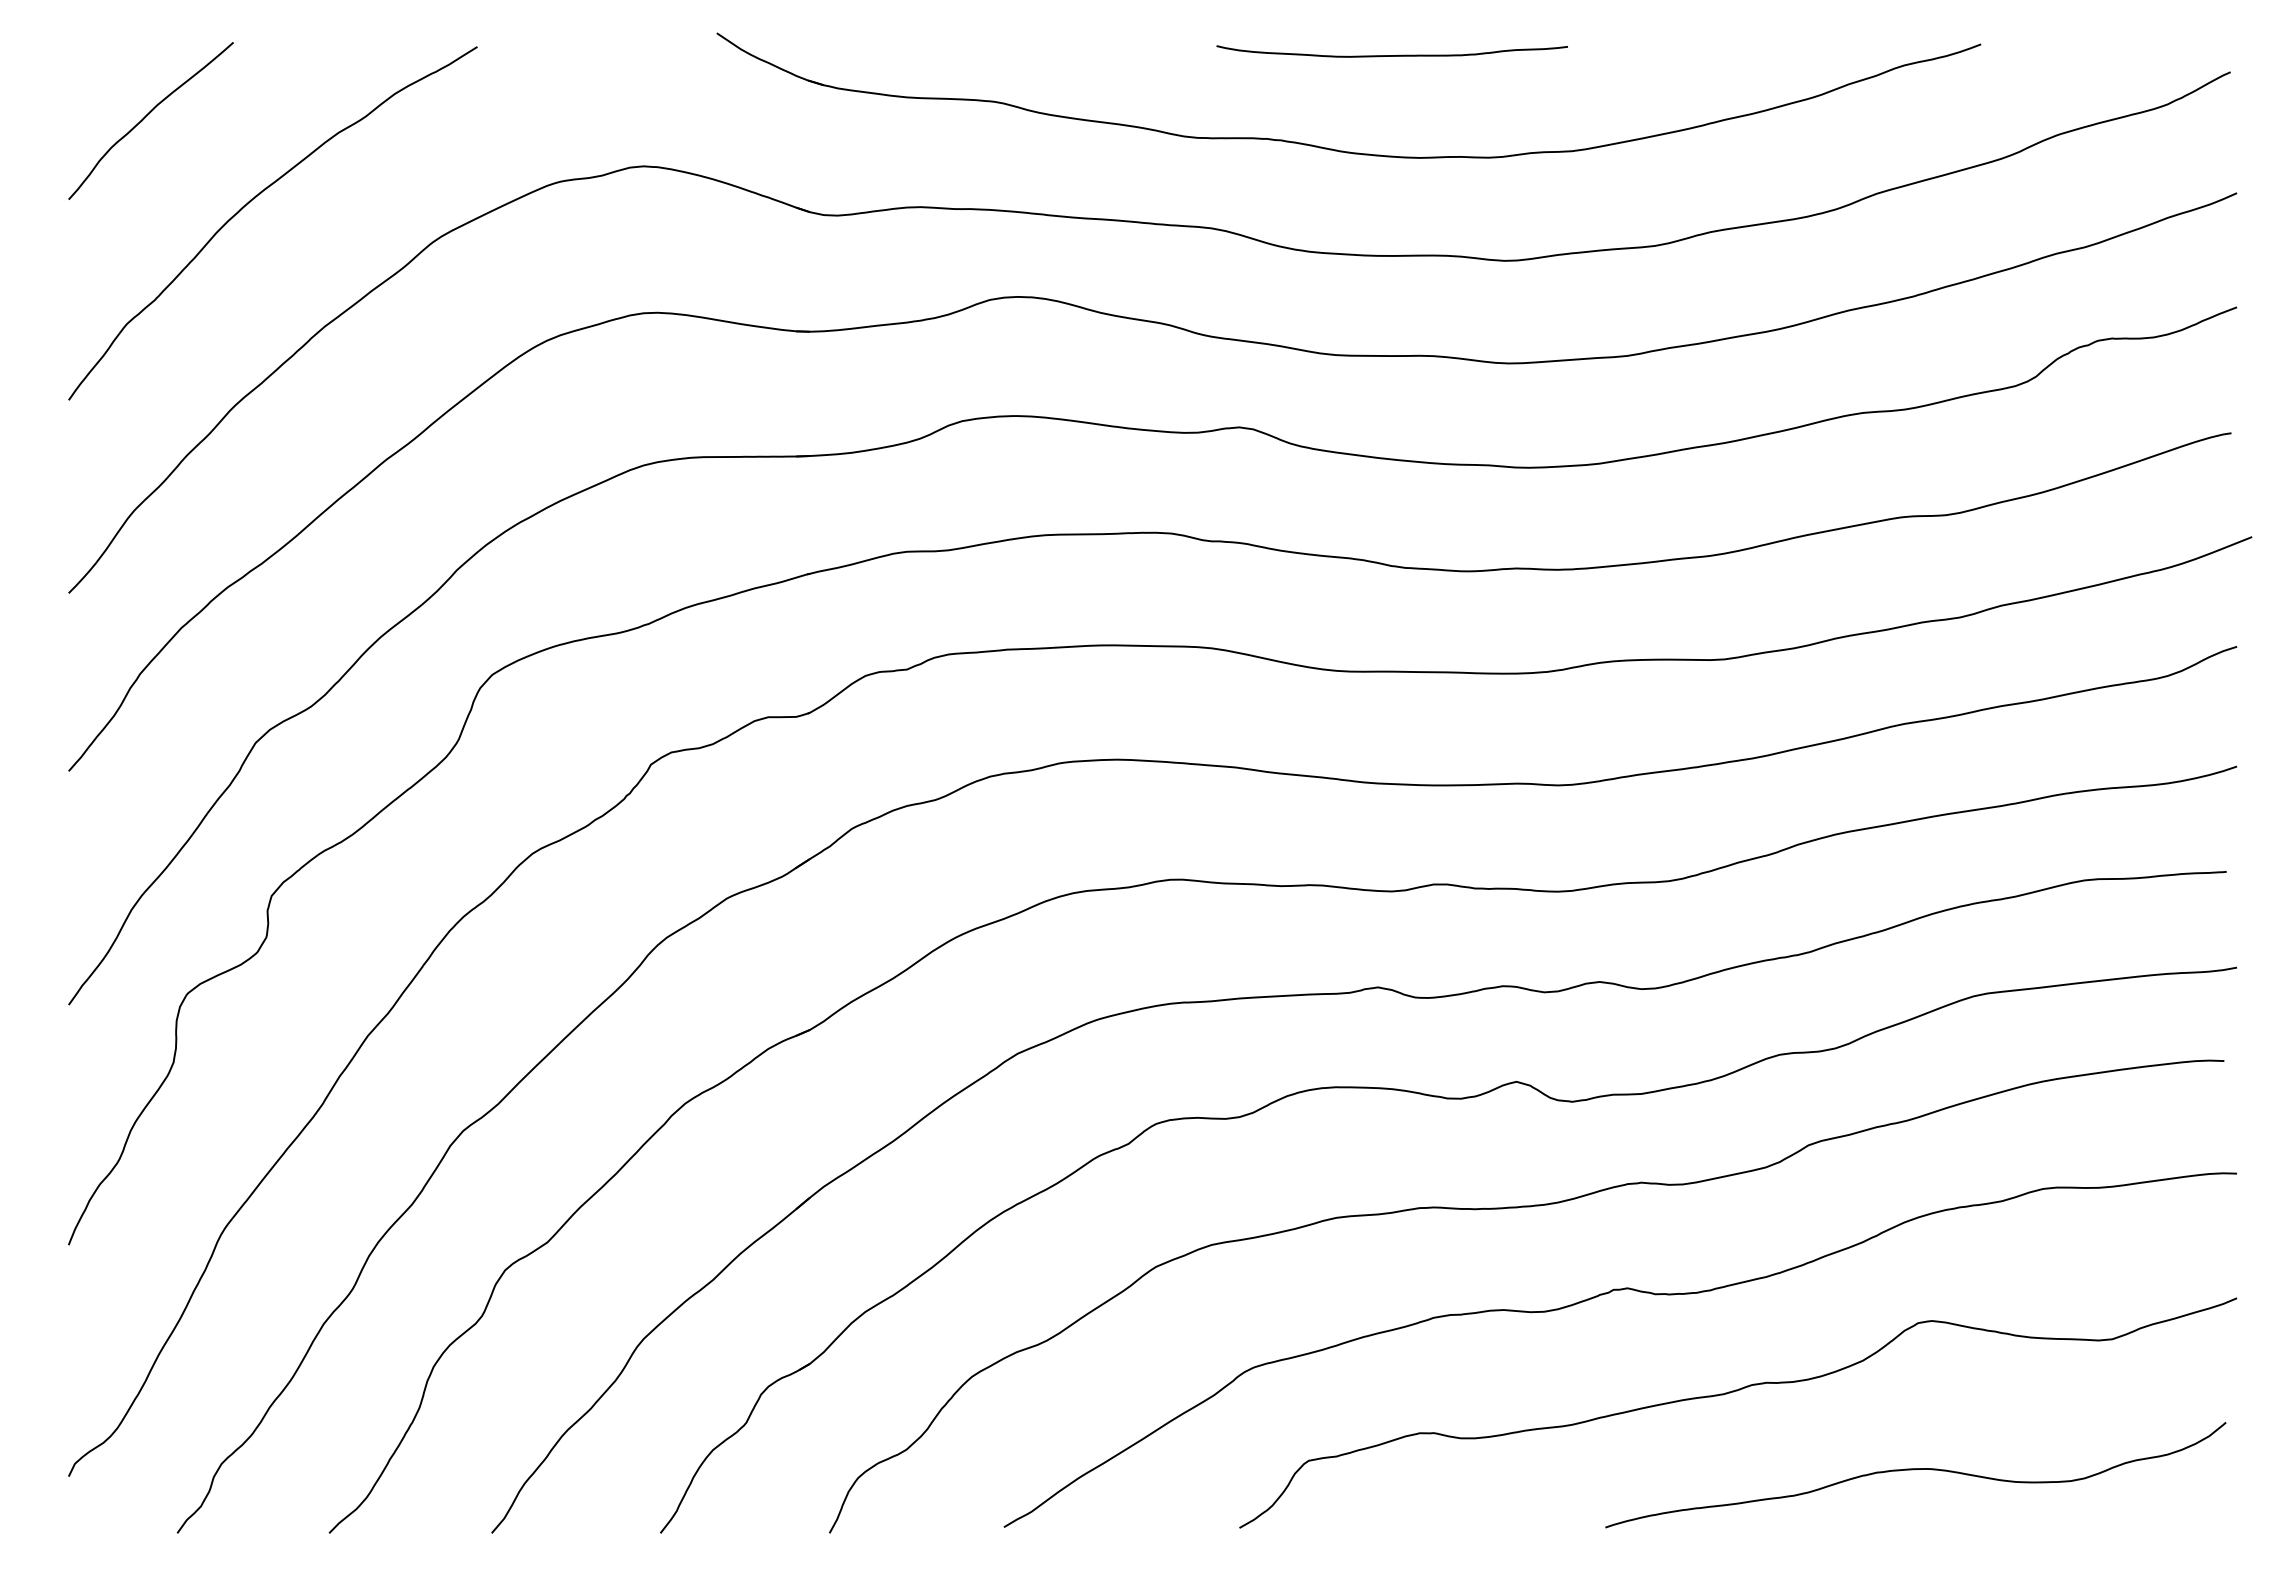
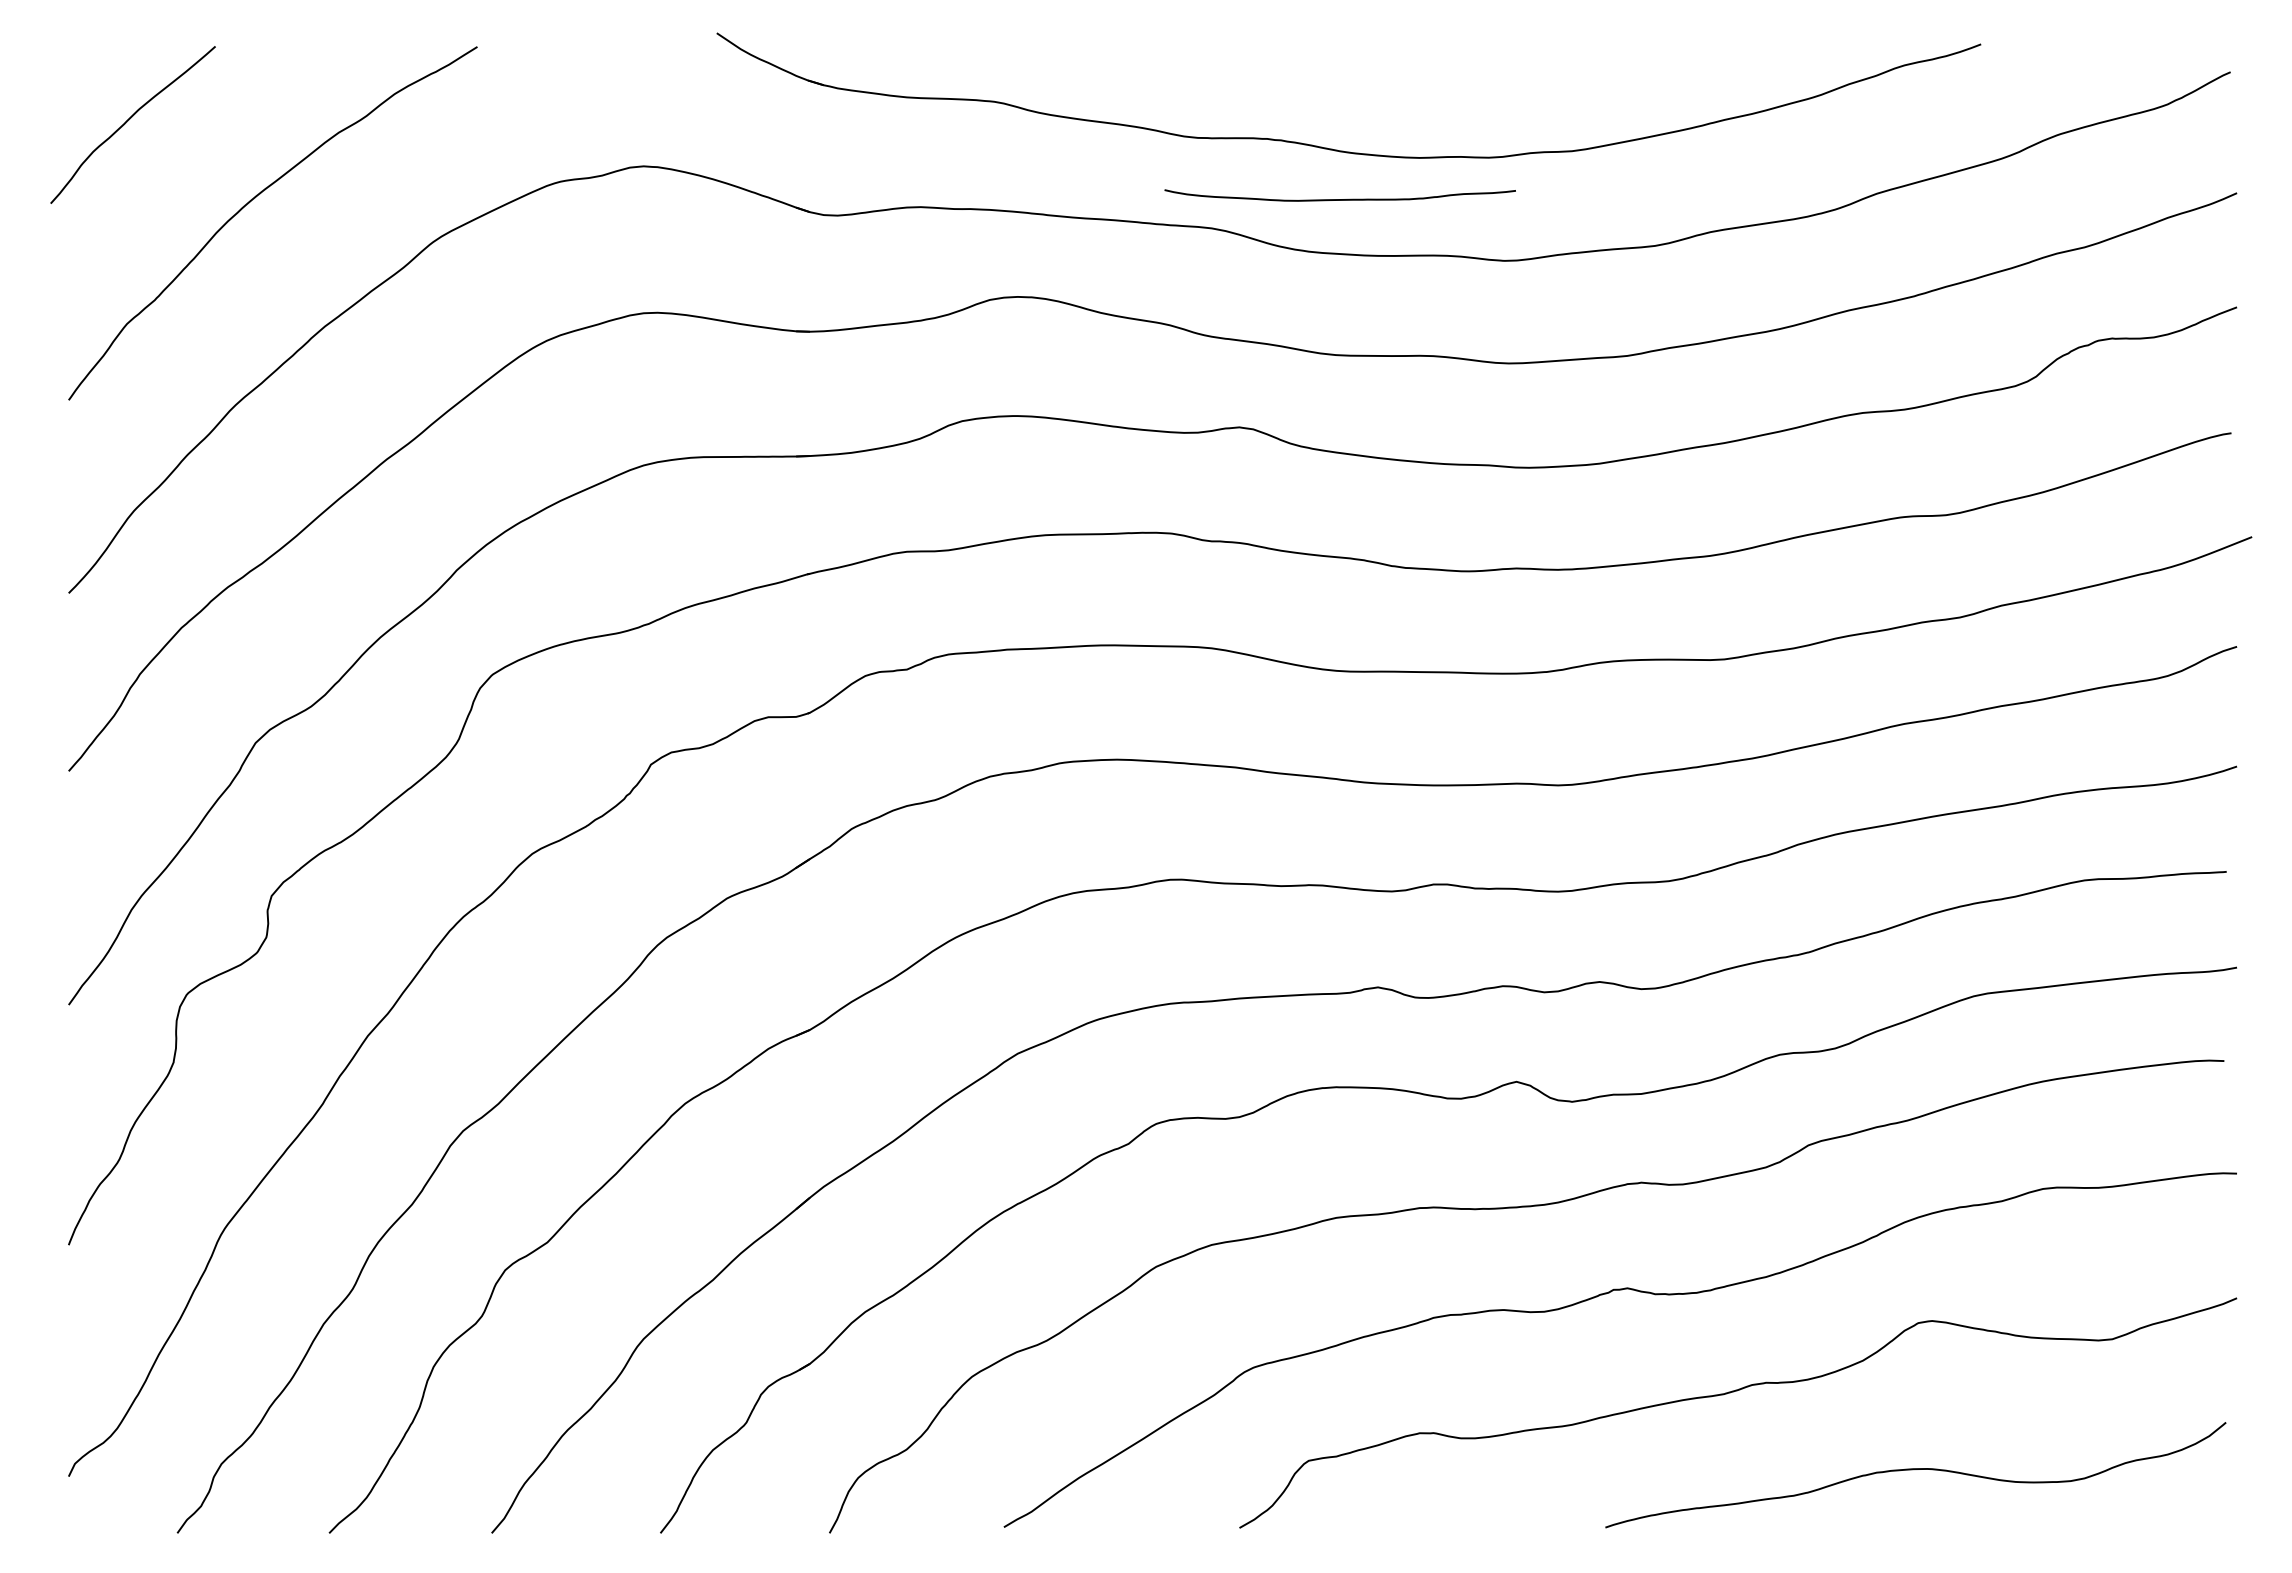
curve at (1391, 55) position: (1391, 55) -> (1339, 199)
curve at (147, 116) position: (147, 116) -> (129, 120)
